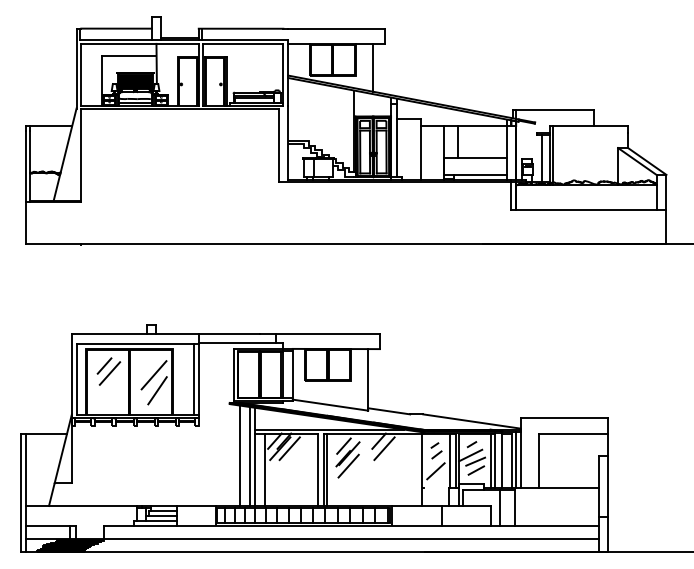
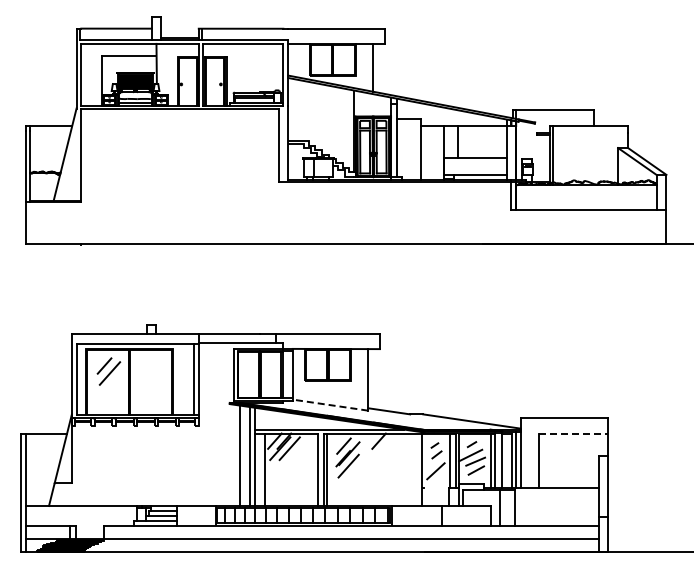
line at (541, 158): present -> none
line at (153, 375): present -> none
line at (157, 390): present -> none
line at (329, 405): solid -> dashed
line at (573, 434): solid -> dashed
line at (384, 448): present -> none
